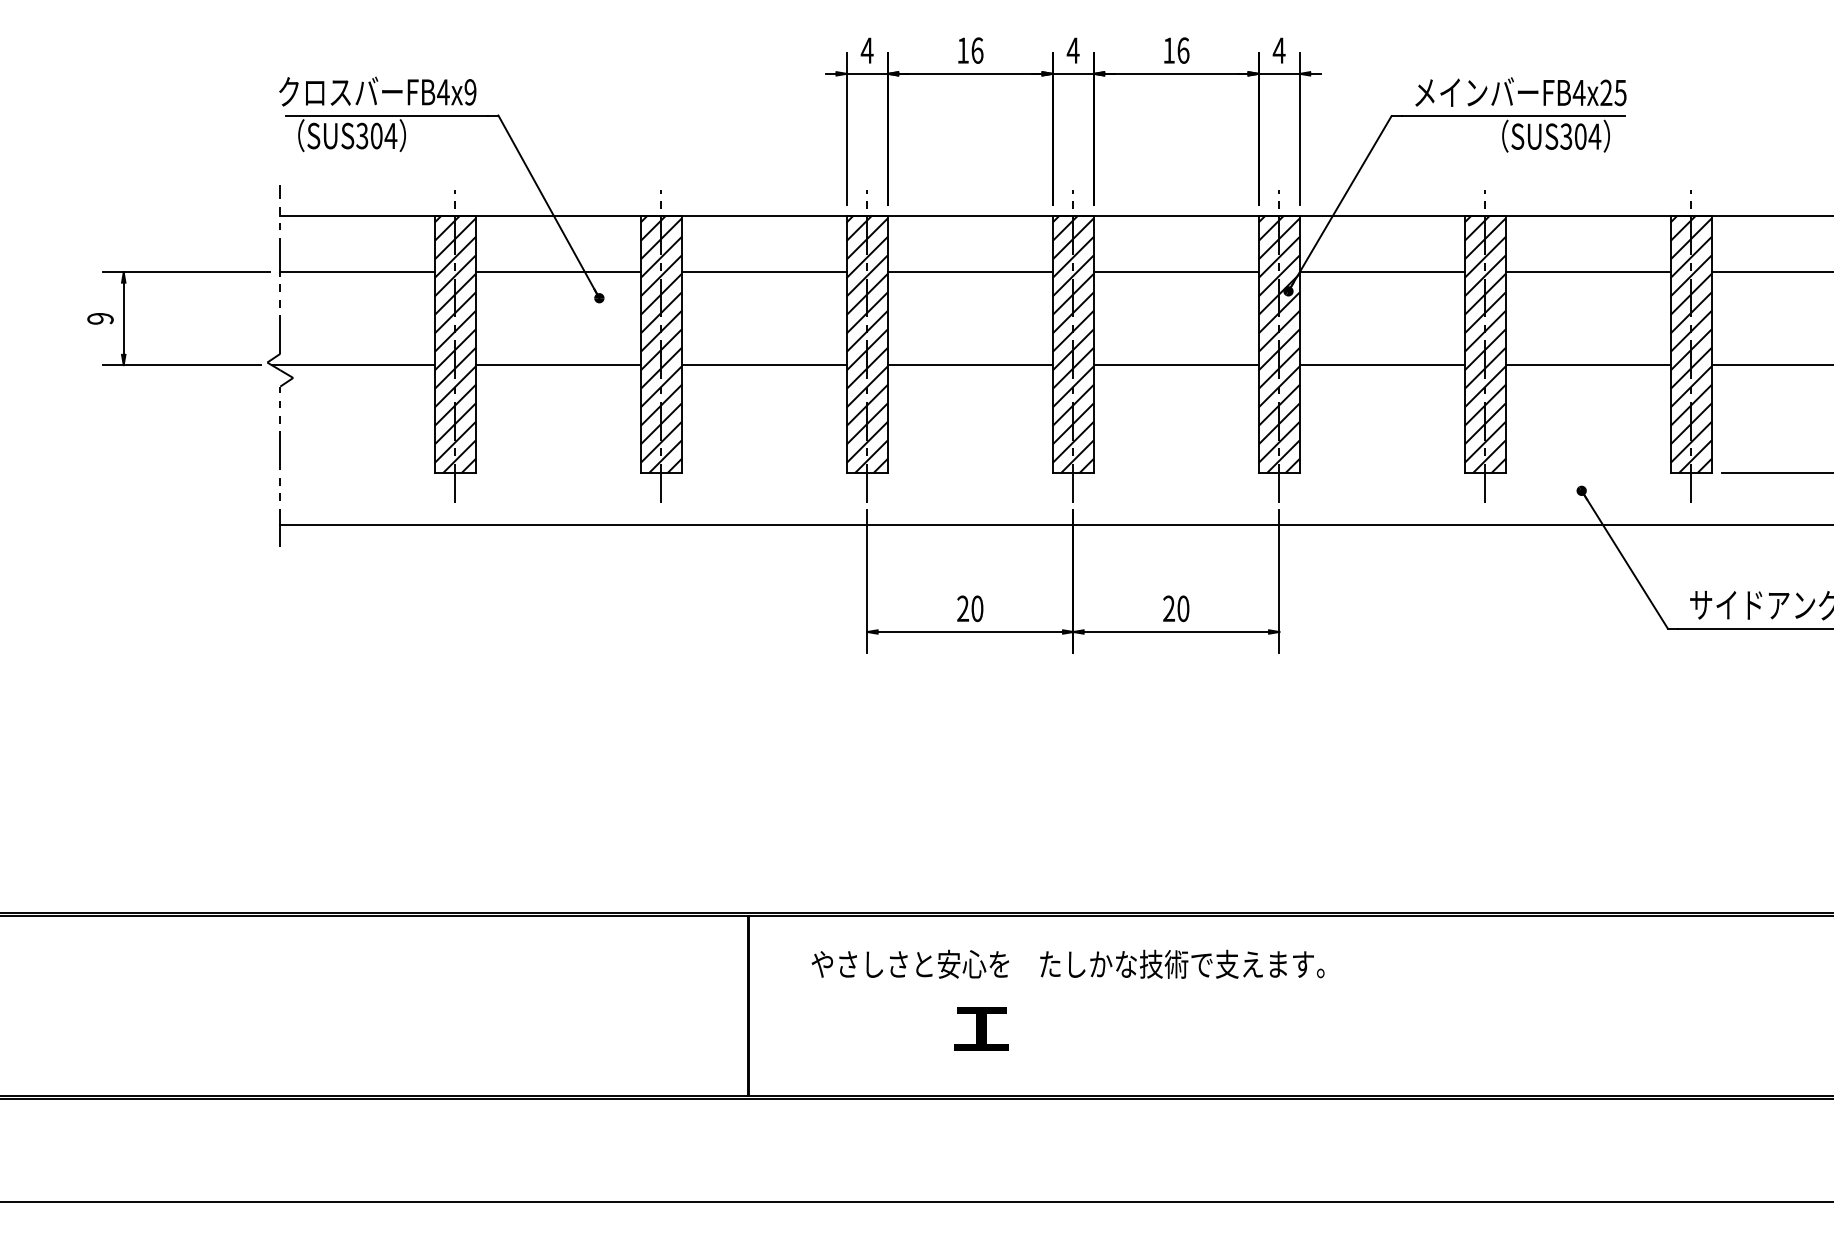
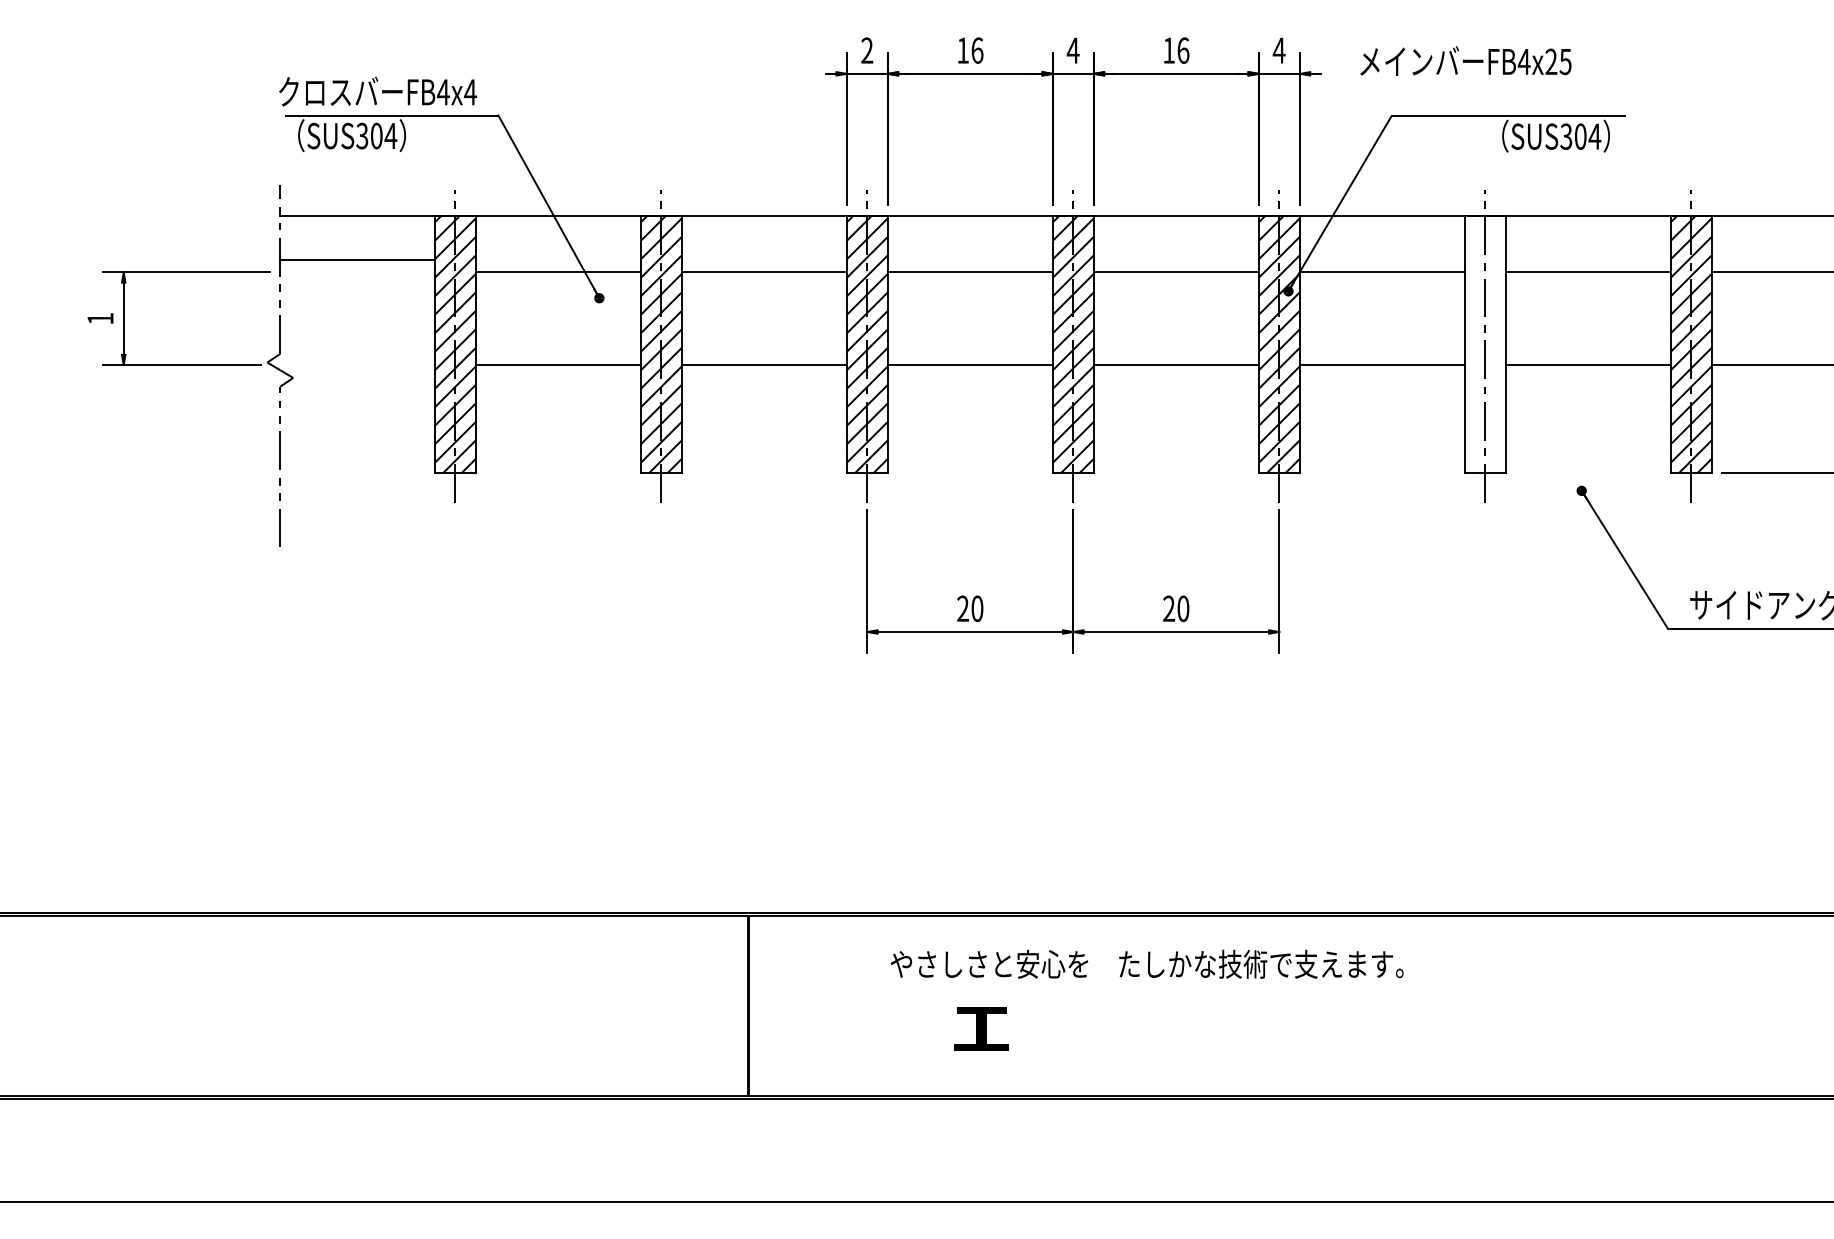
text at (866, 50): 4 -> 2
text at (1520, 91) position: (1520, 91) -> (1465, 60)
text at (470, 92): FB4x9 -> FB4x4
line at (357, 272) position: (357, 272) -> (357, 260)
text at (100, 318): 9 -> 1
hatch at (1484, 344): present -> none
line at (352, 365): present -> none
line at (1055, 524): present -> none
text at (1067, 963) position: (1067, 963) -> (1146, 963)
